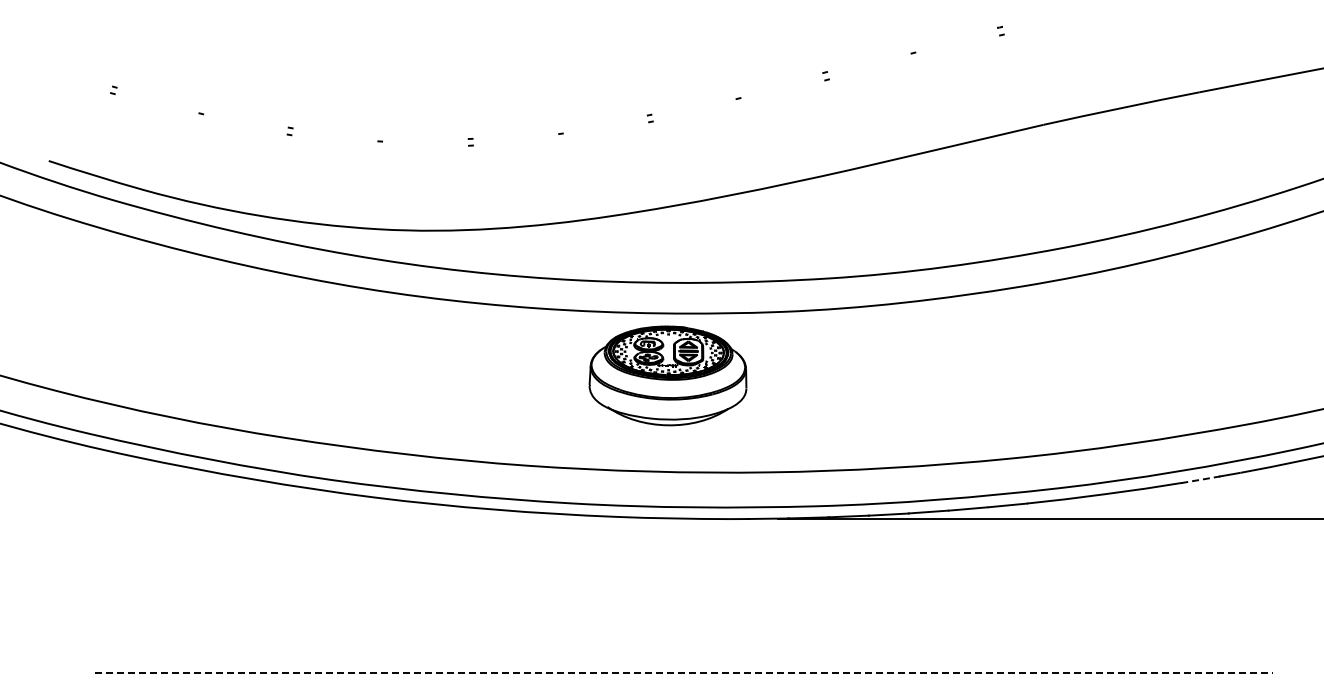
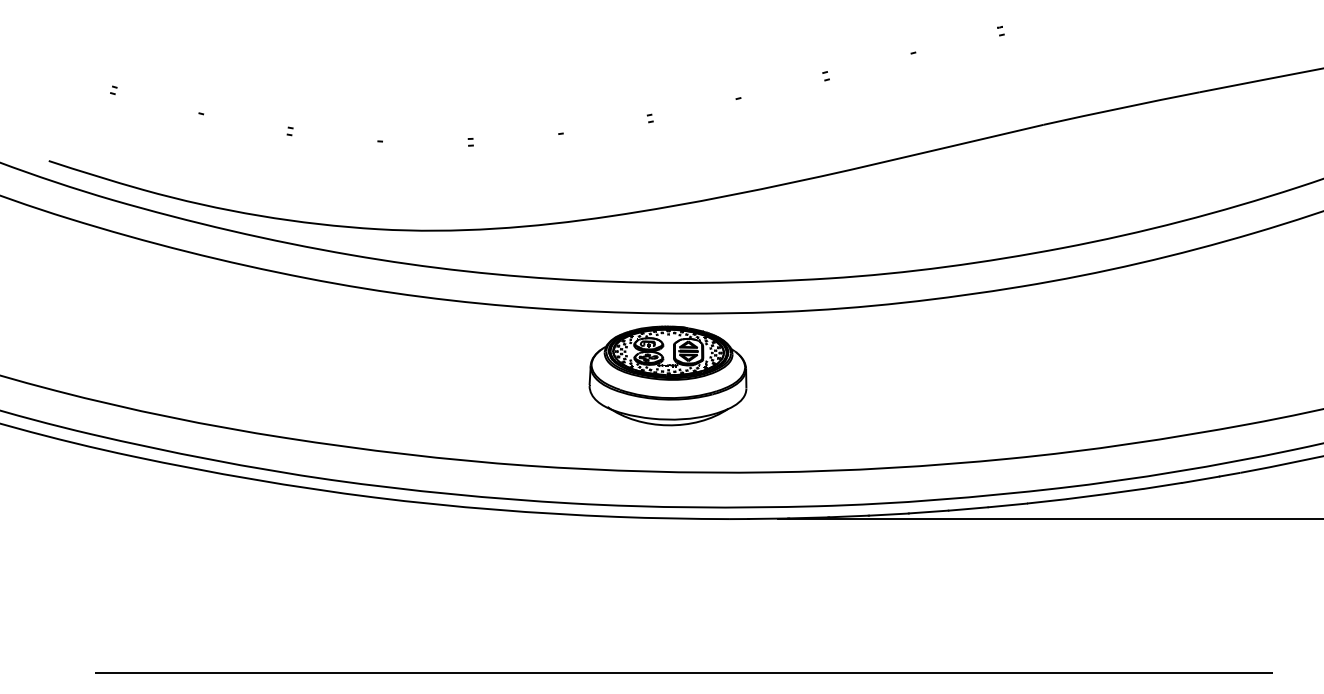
line at (1200, 479): dashed -> solid
line at (684, 673): dashed -> solid
